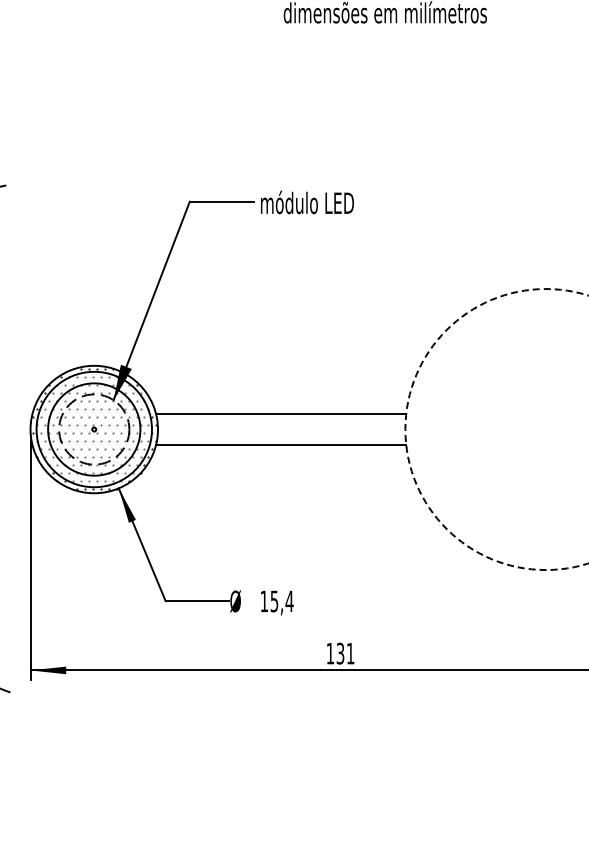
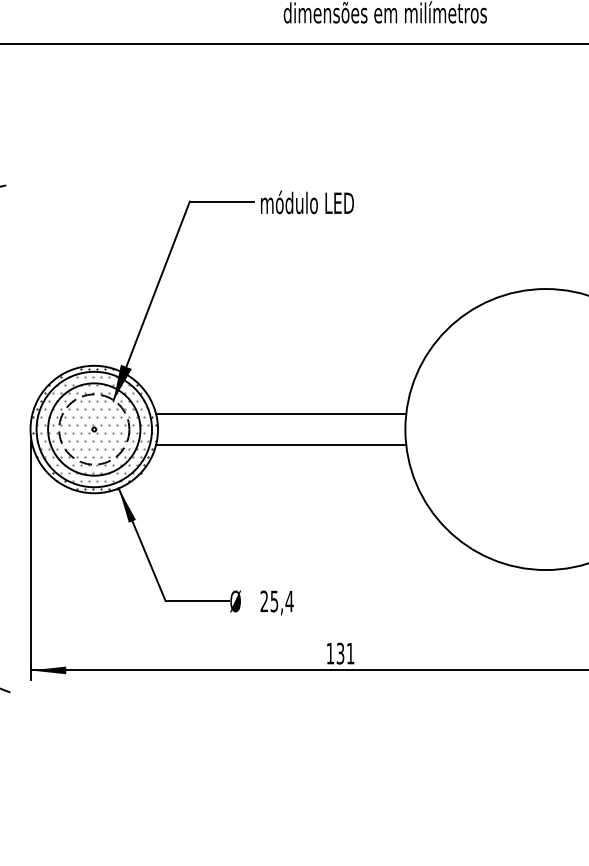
line at (293, 44): none -> present
circle at (496, 429): dashed -> solid
text at (263, 600): 15,4 -> 25,4
